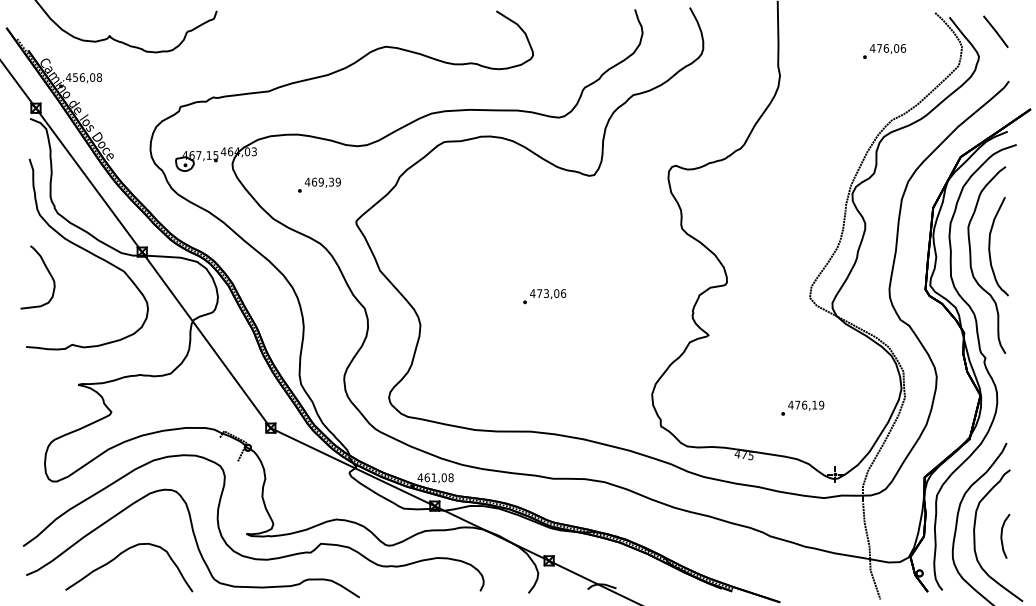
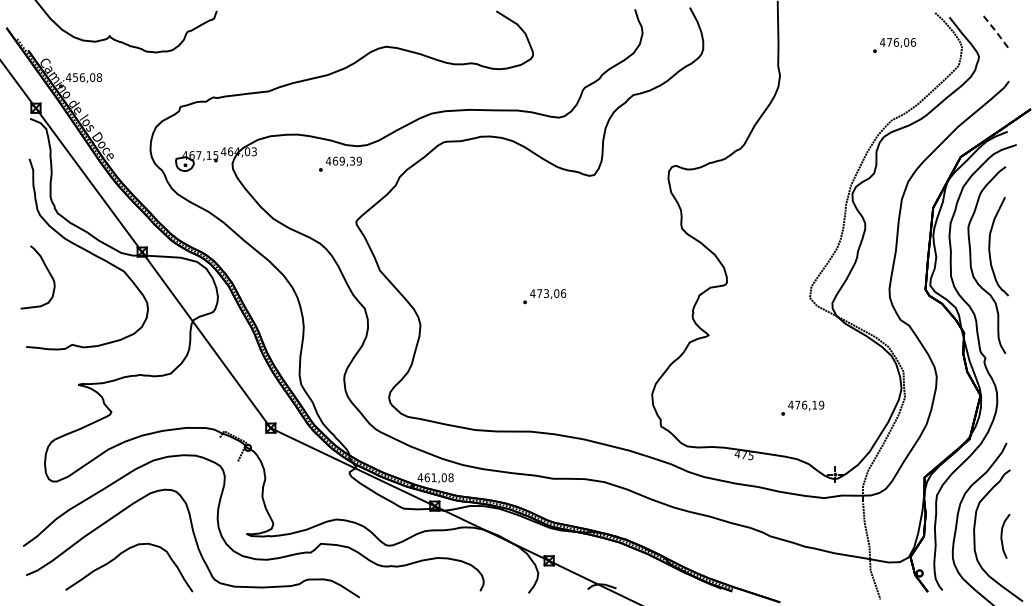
line at (996, 31): solid -> dashed
text at (884, 51) position: (884, 51) -> (894, 45)
text at (319, 184) position: (319, 184) -> (340, 163)
